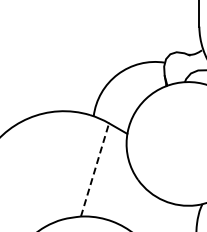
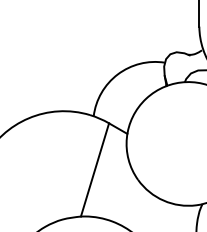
line at (95, 169): dashed -> solid
